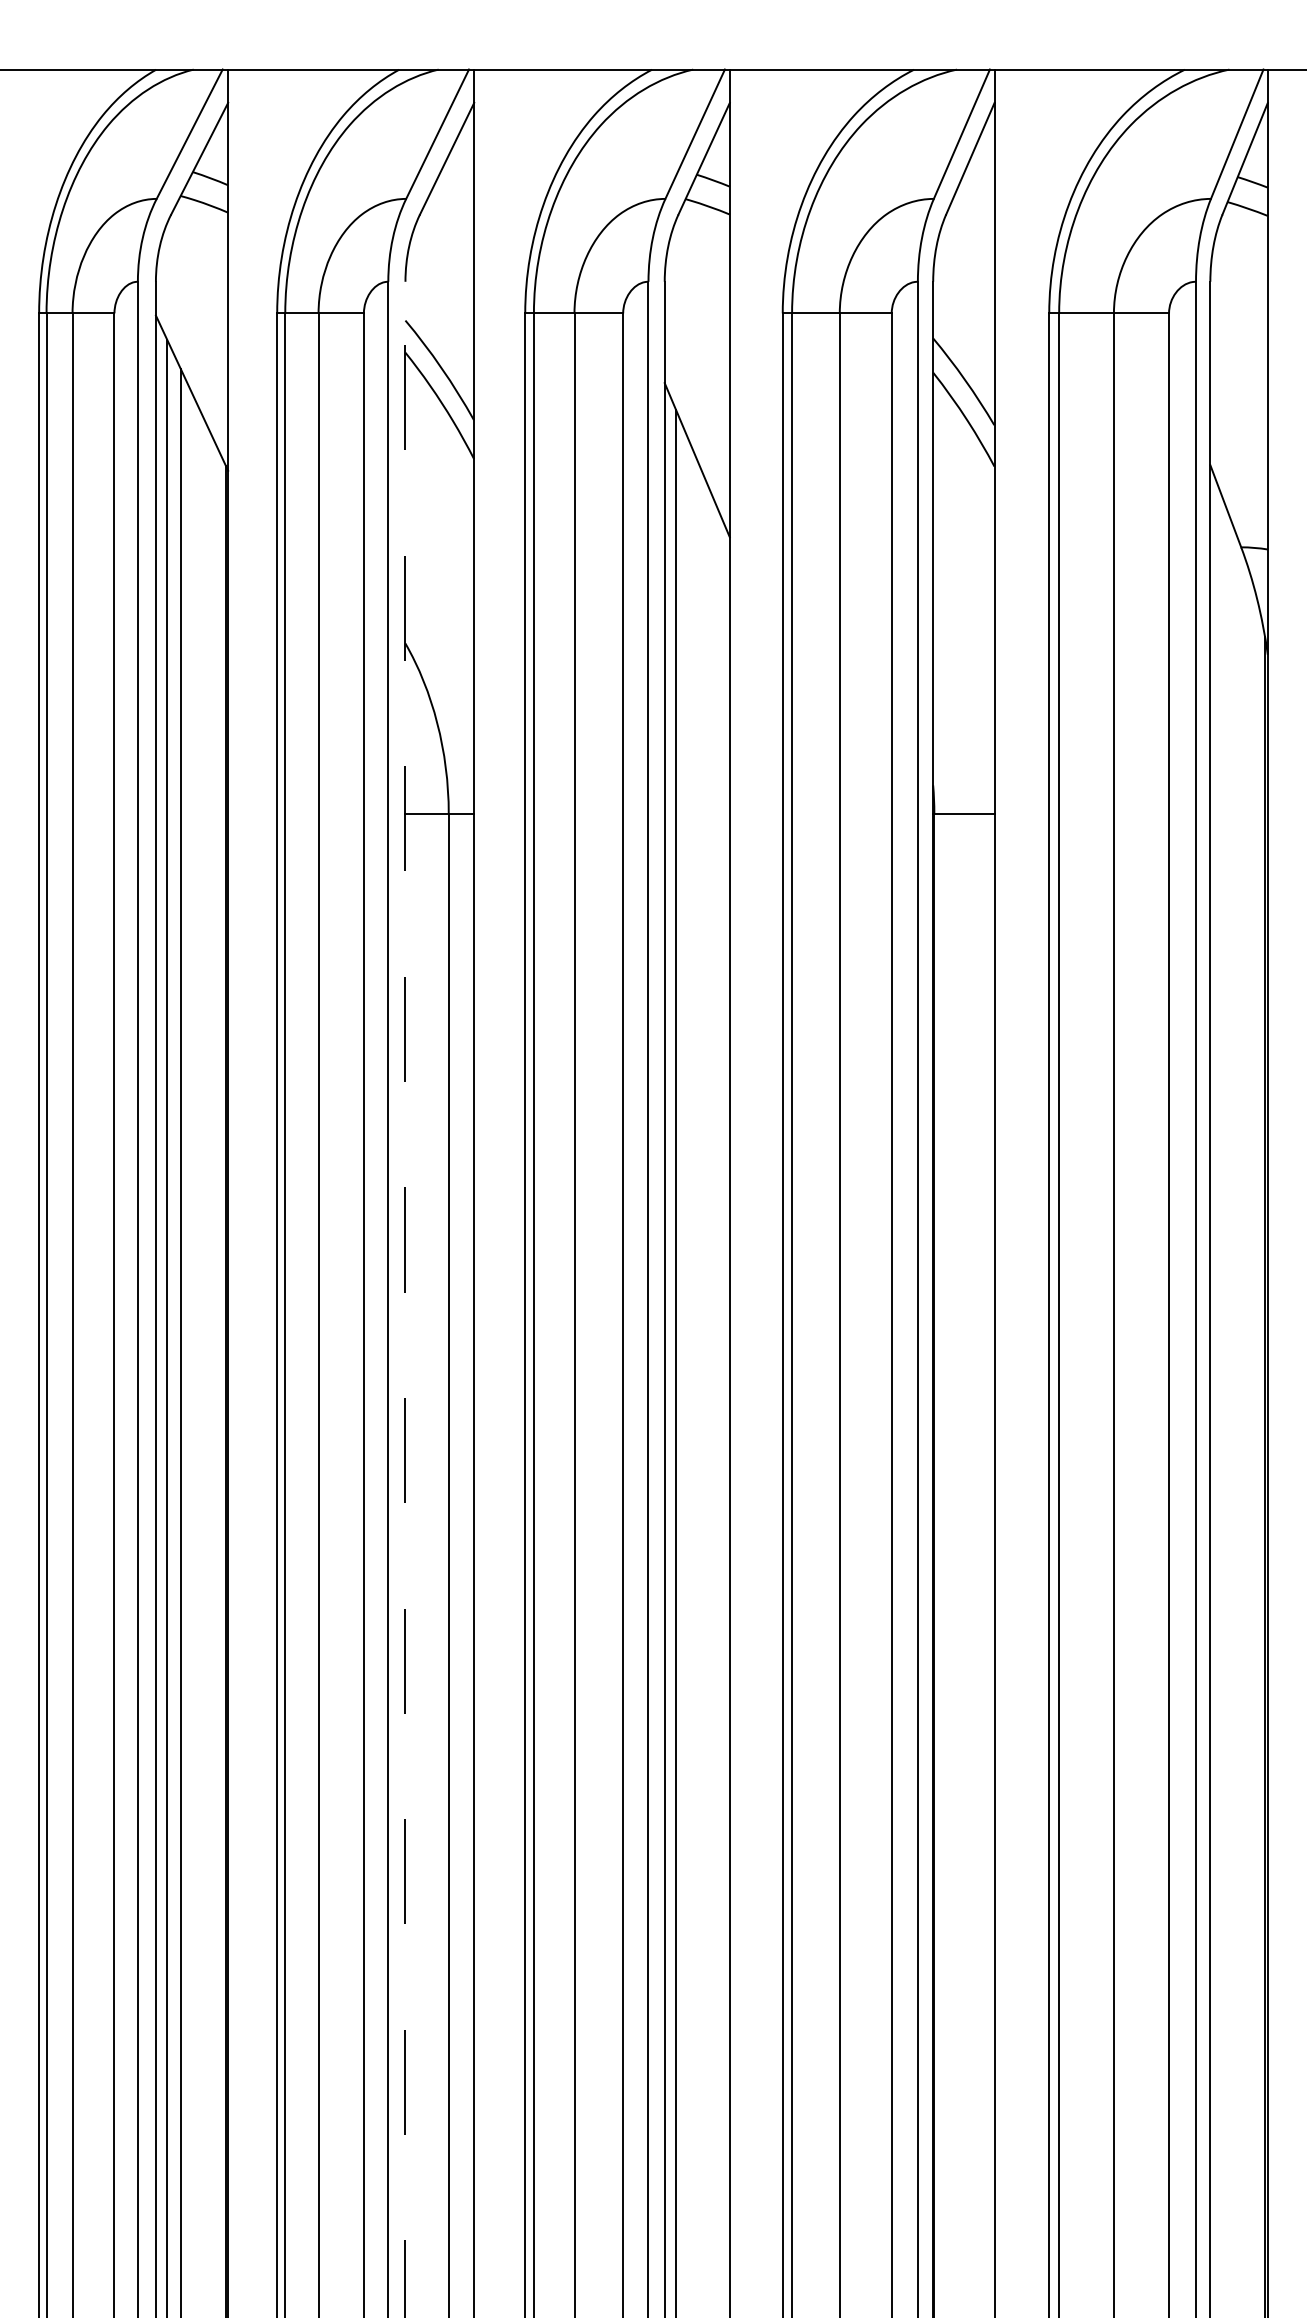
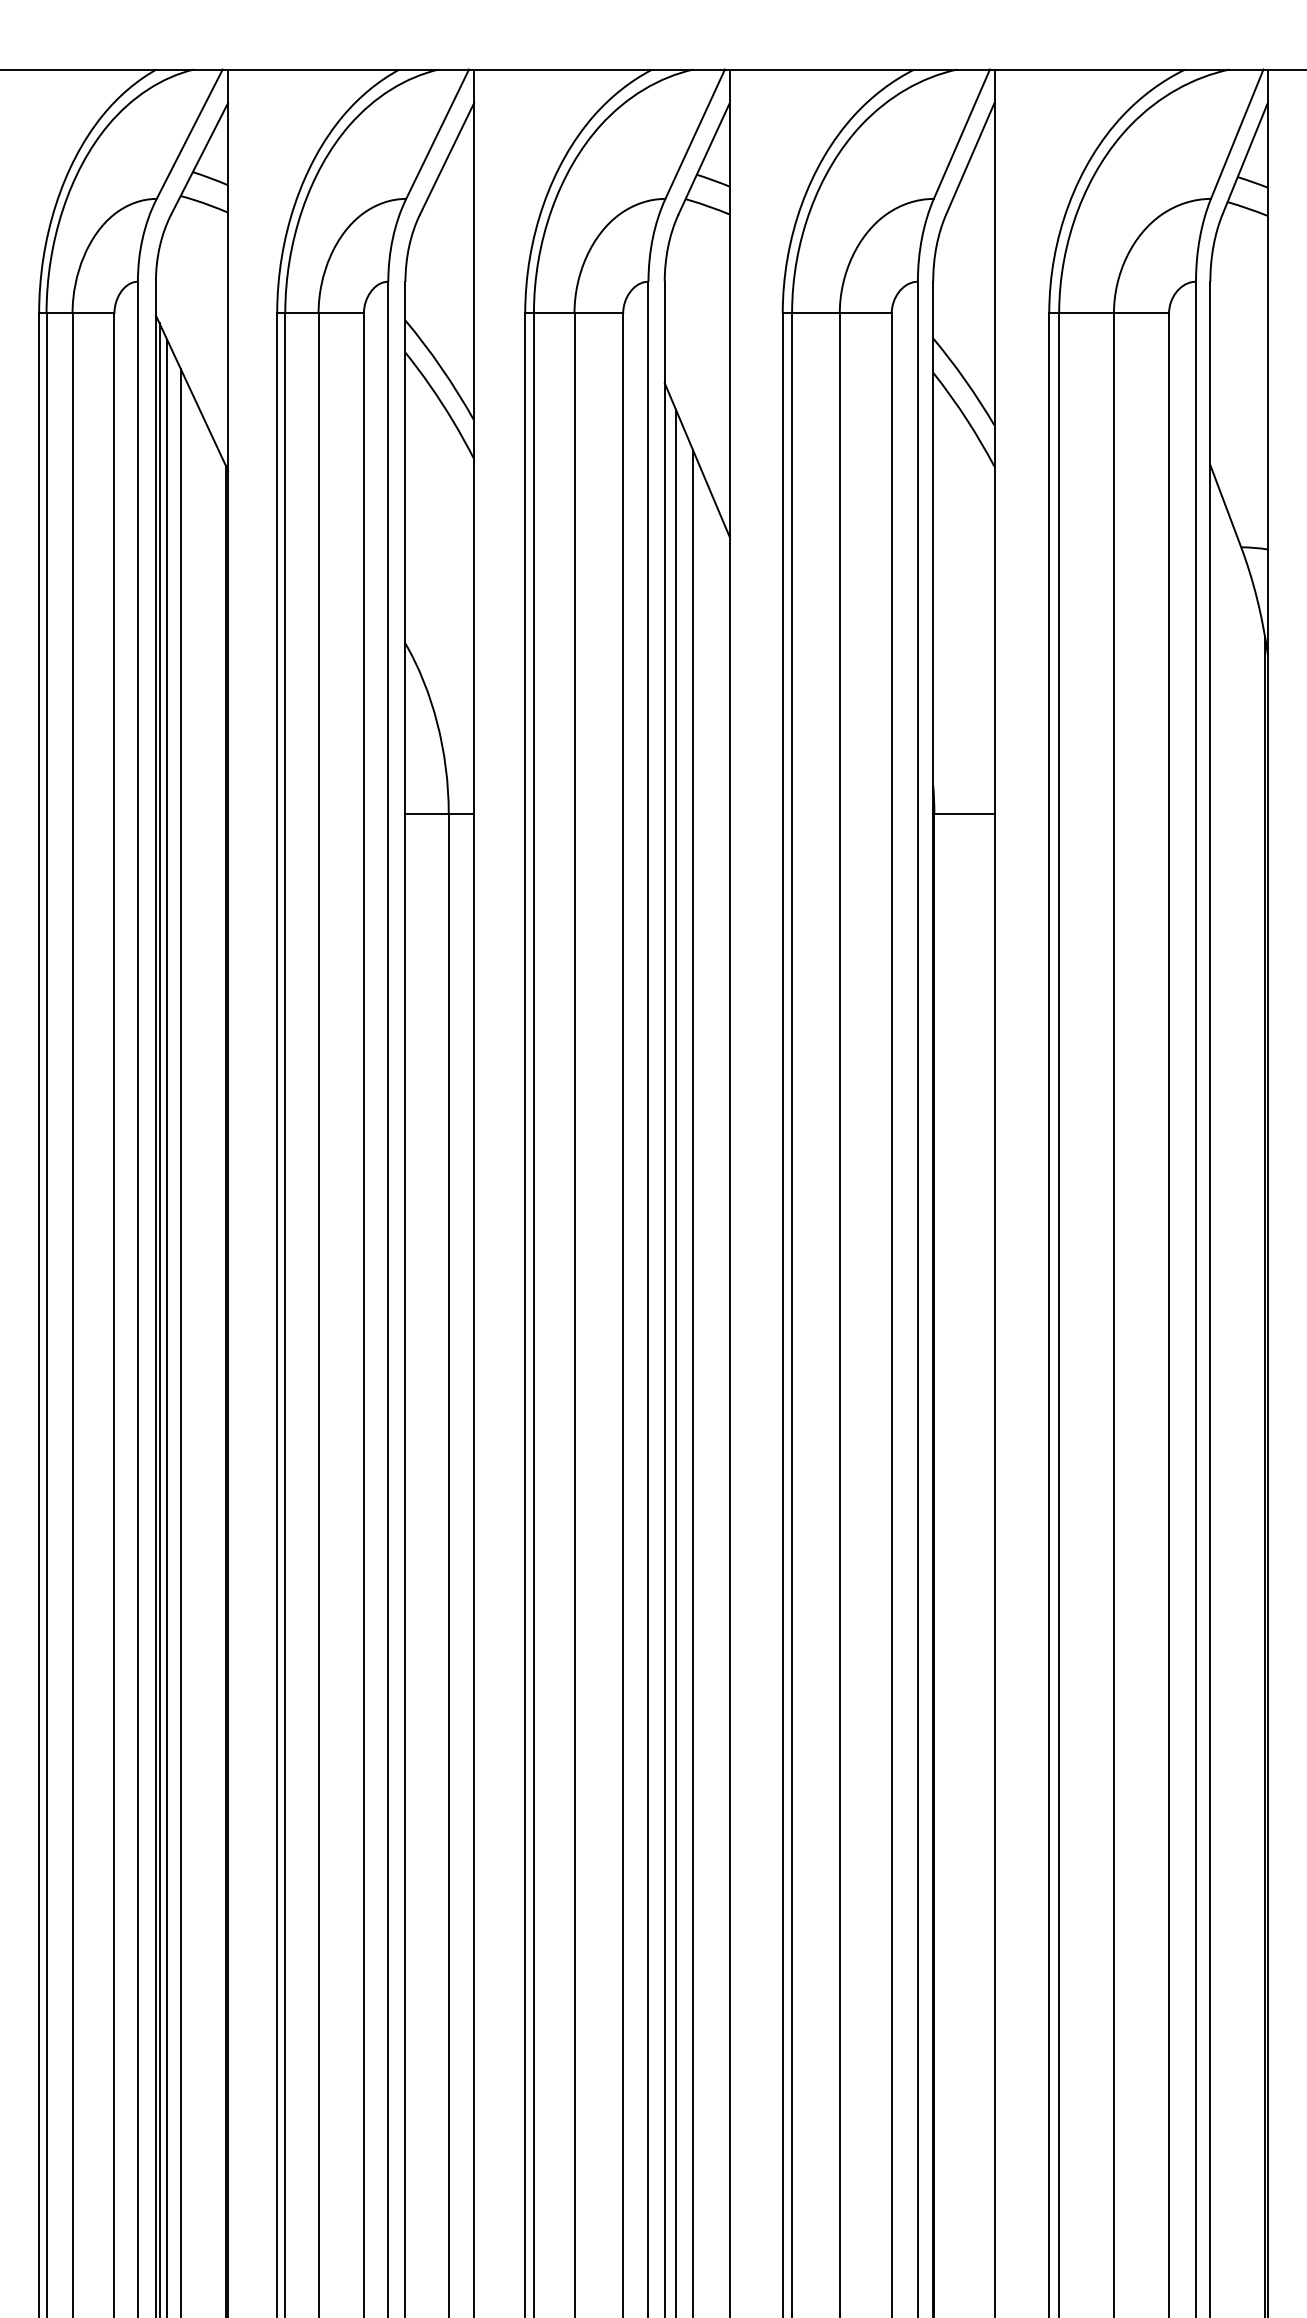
line at (405, 1299): dashed -> solid
line at (159, 1318): none -> present
line at (693, 1382): none -> present
